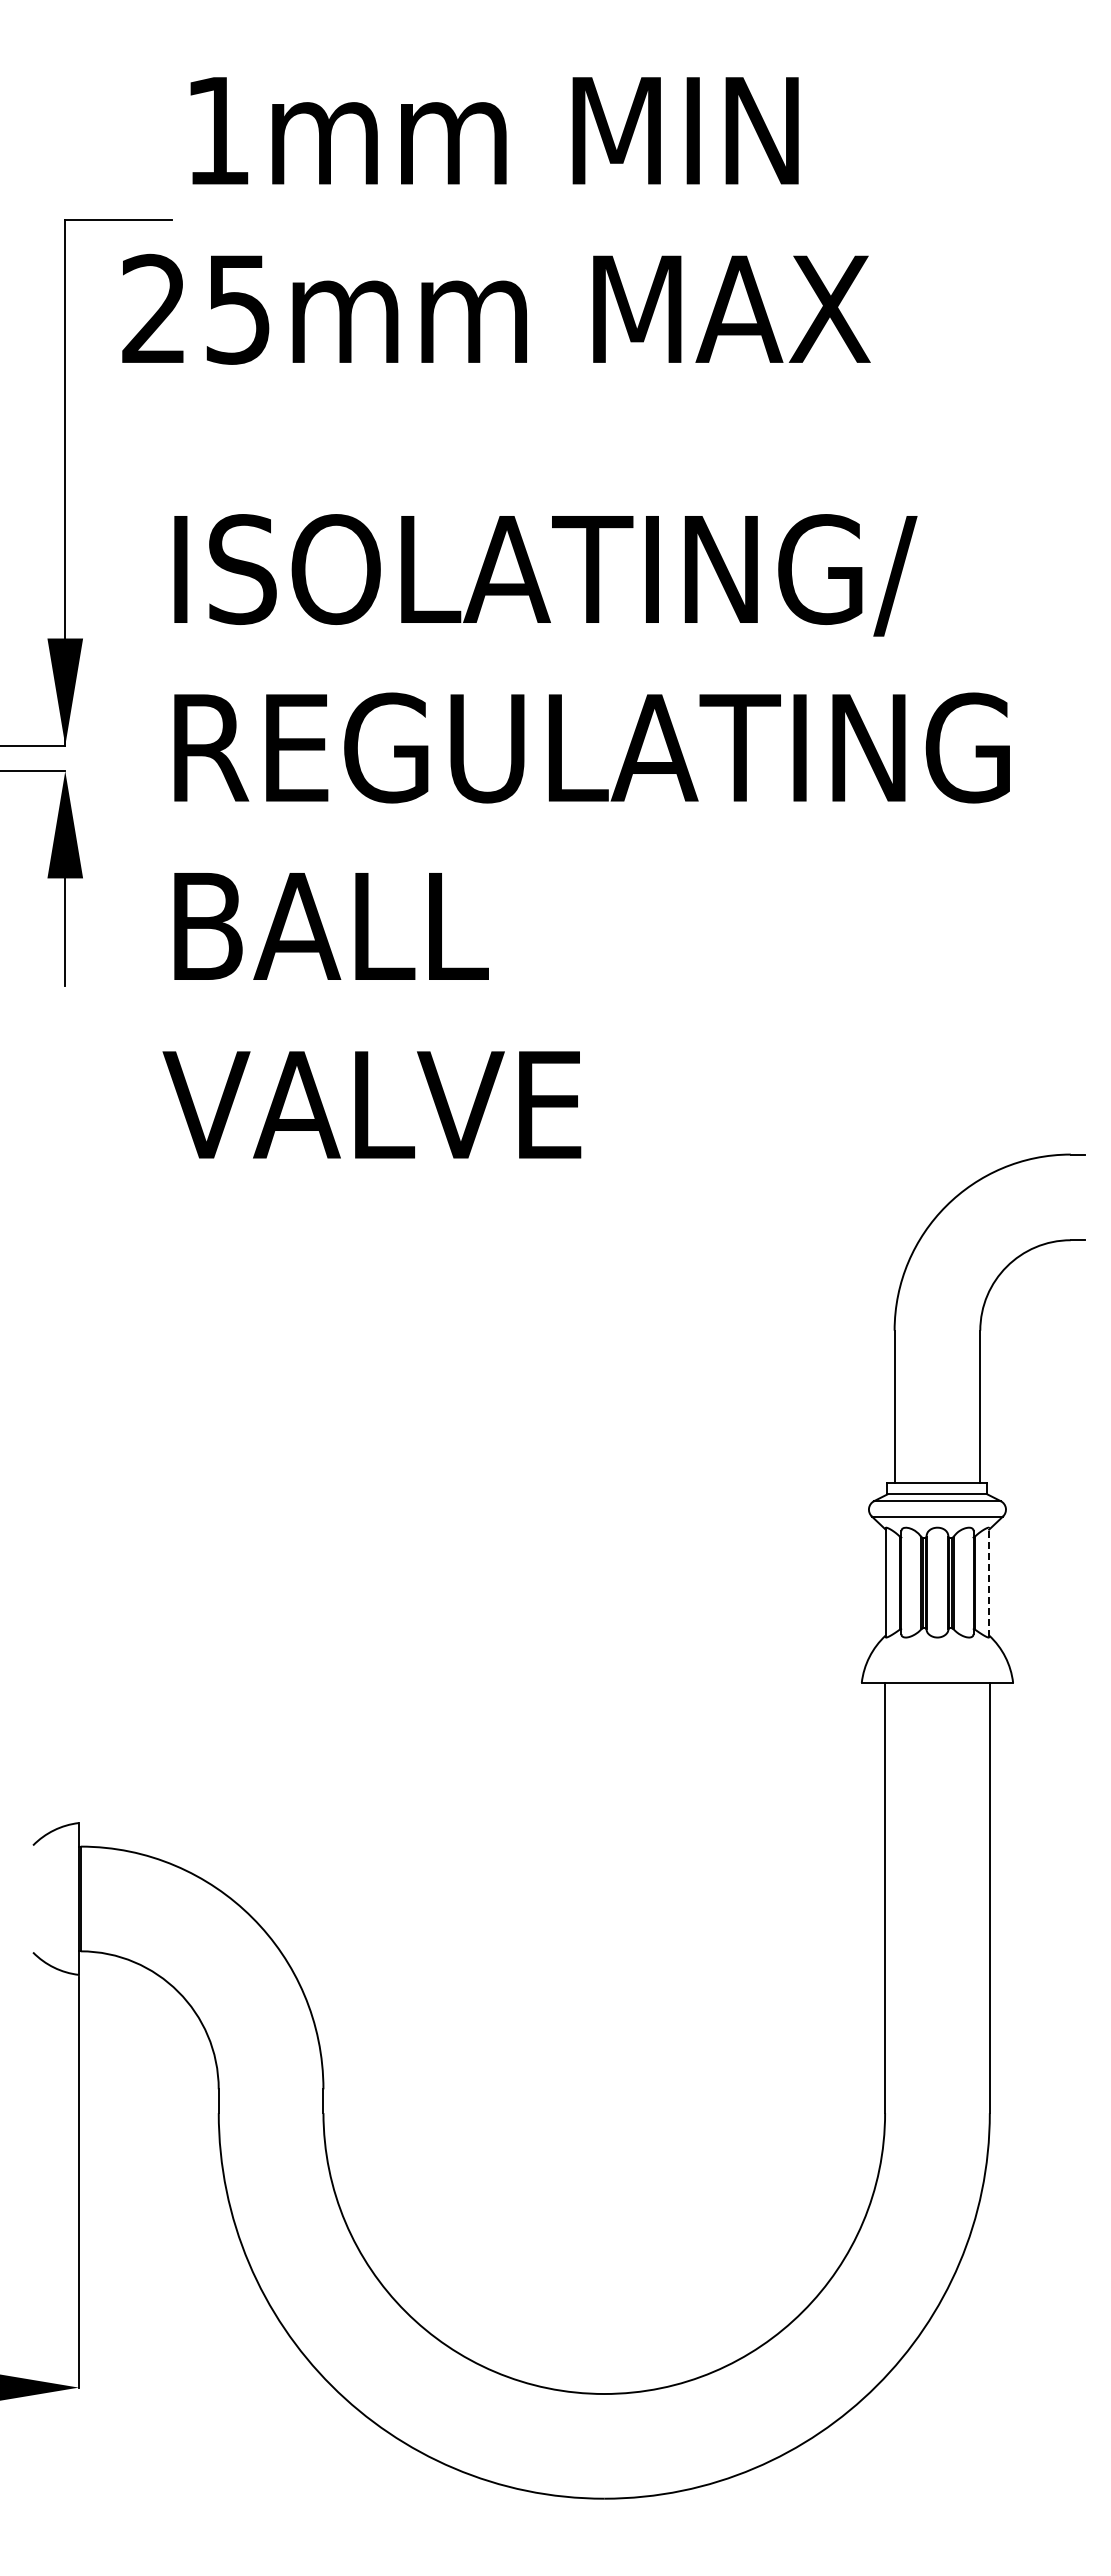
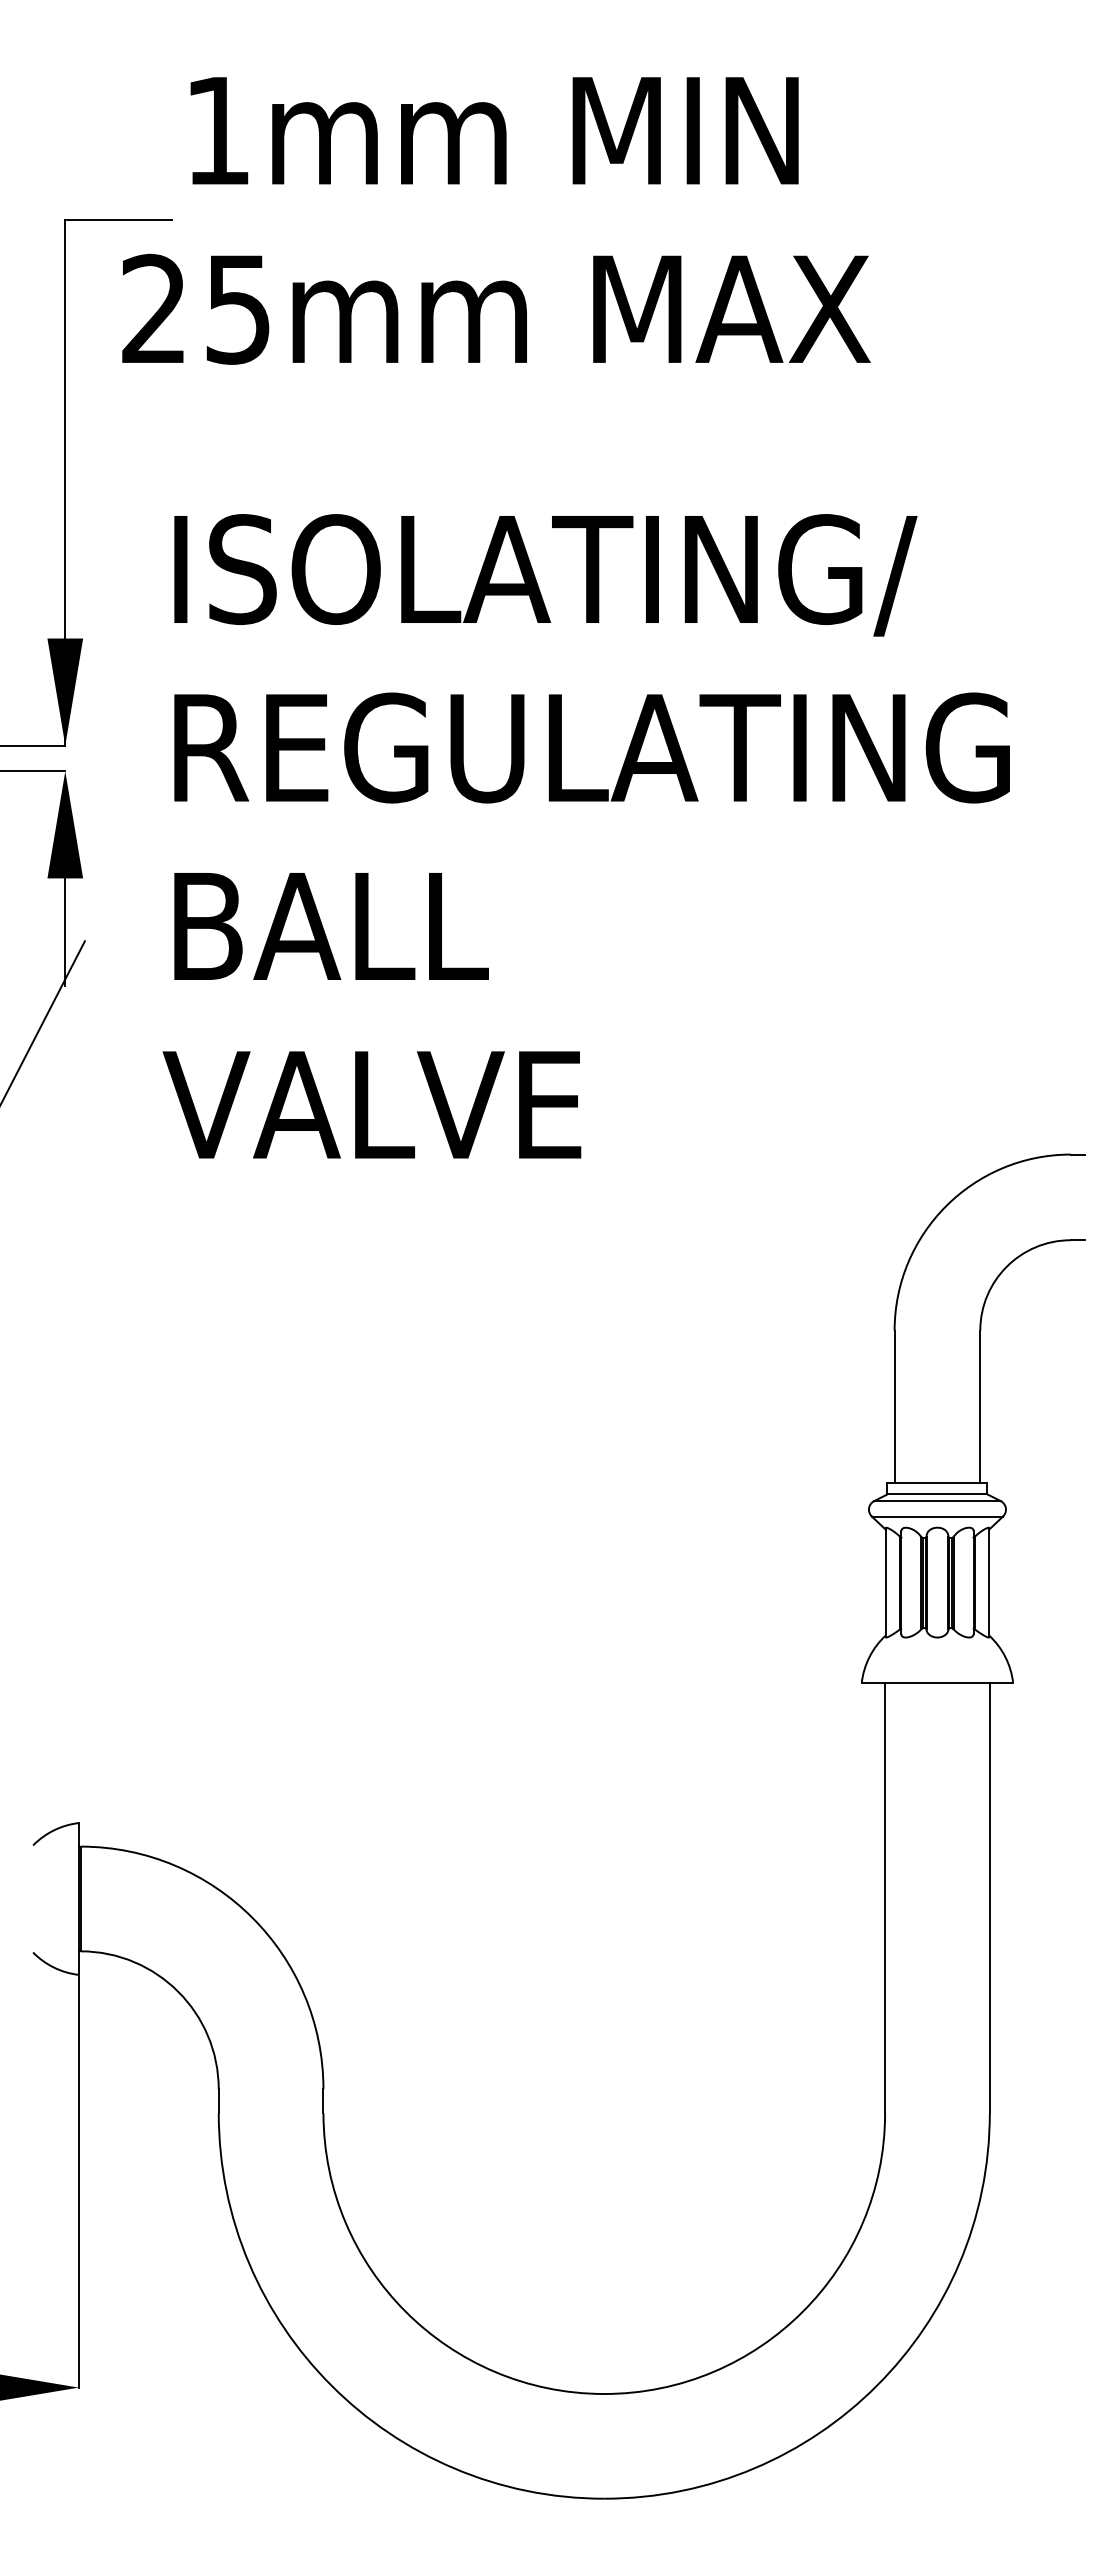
line at (43, 1021): none -> present
line at (989, 1582): dashed -> solid
